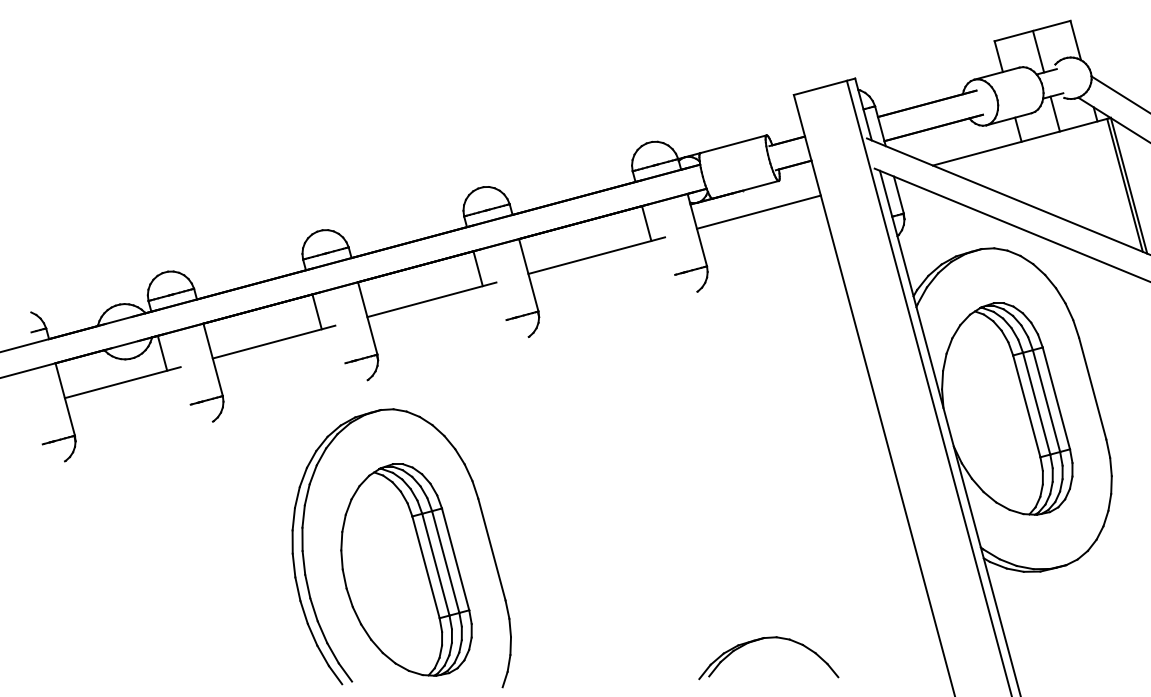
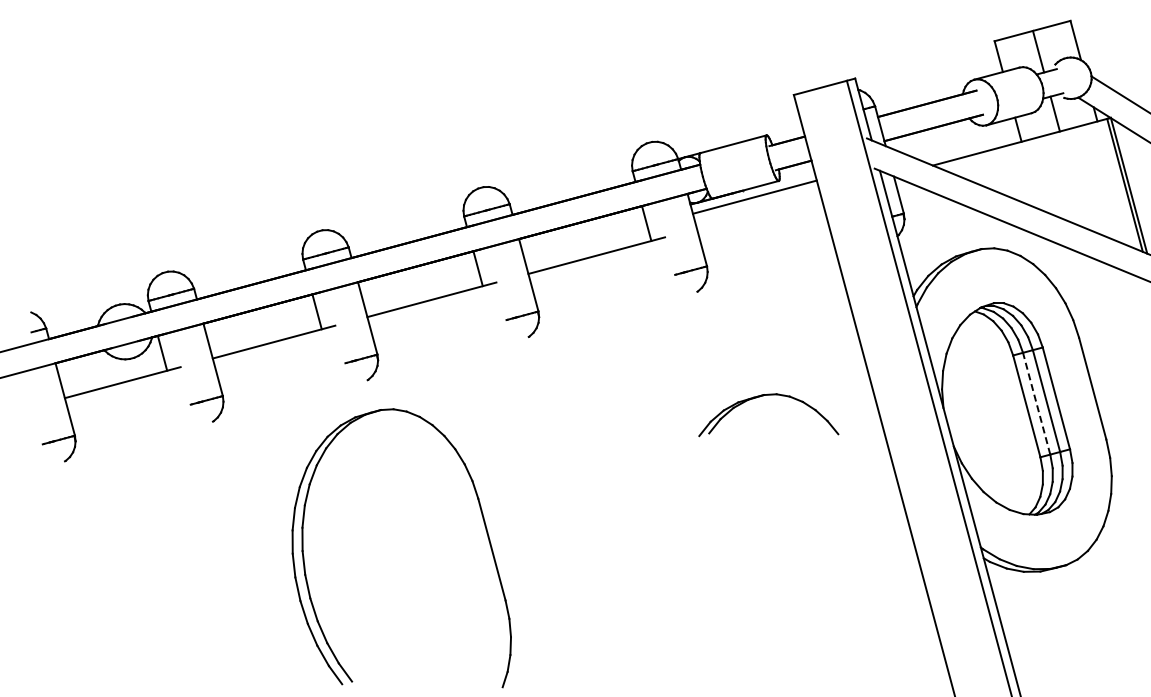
line at (758, 211) position: (758, 211) -> (754, 196)
line at (1036, 403): solid -> dashed
part at (406, 569): present -> none
part at (763, 639) position: (763, 639) -> (763, 396)
